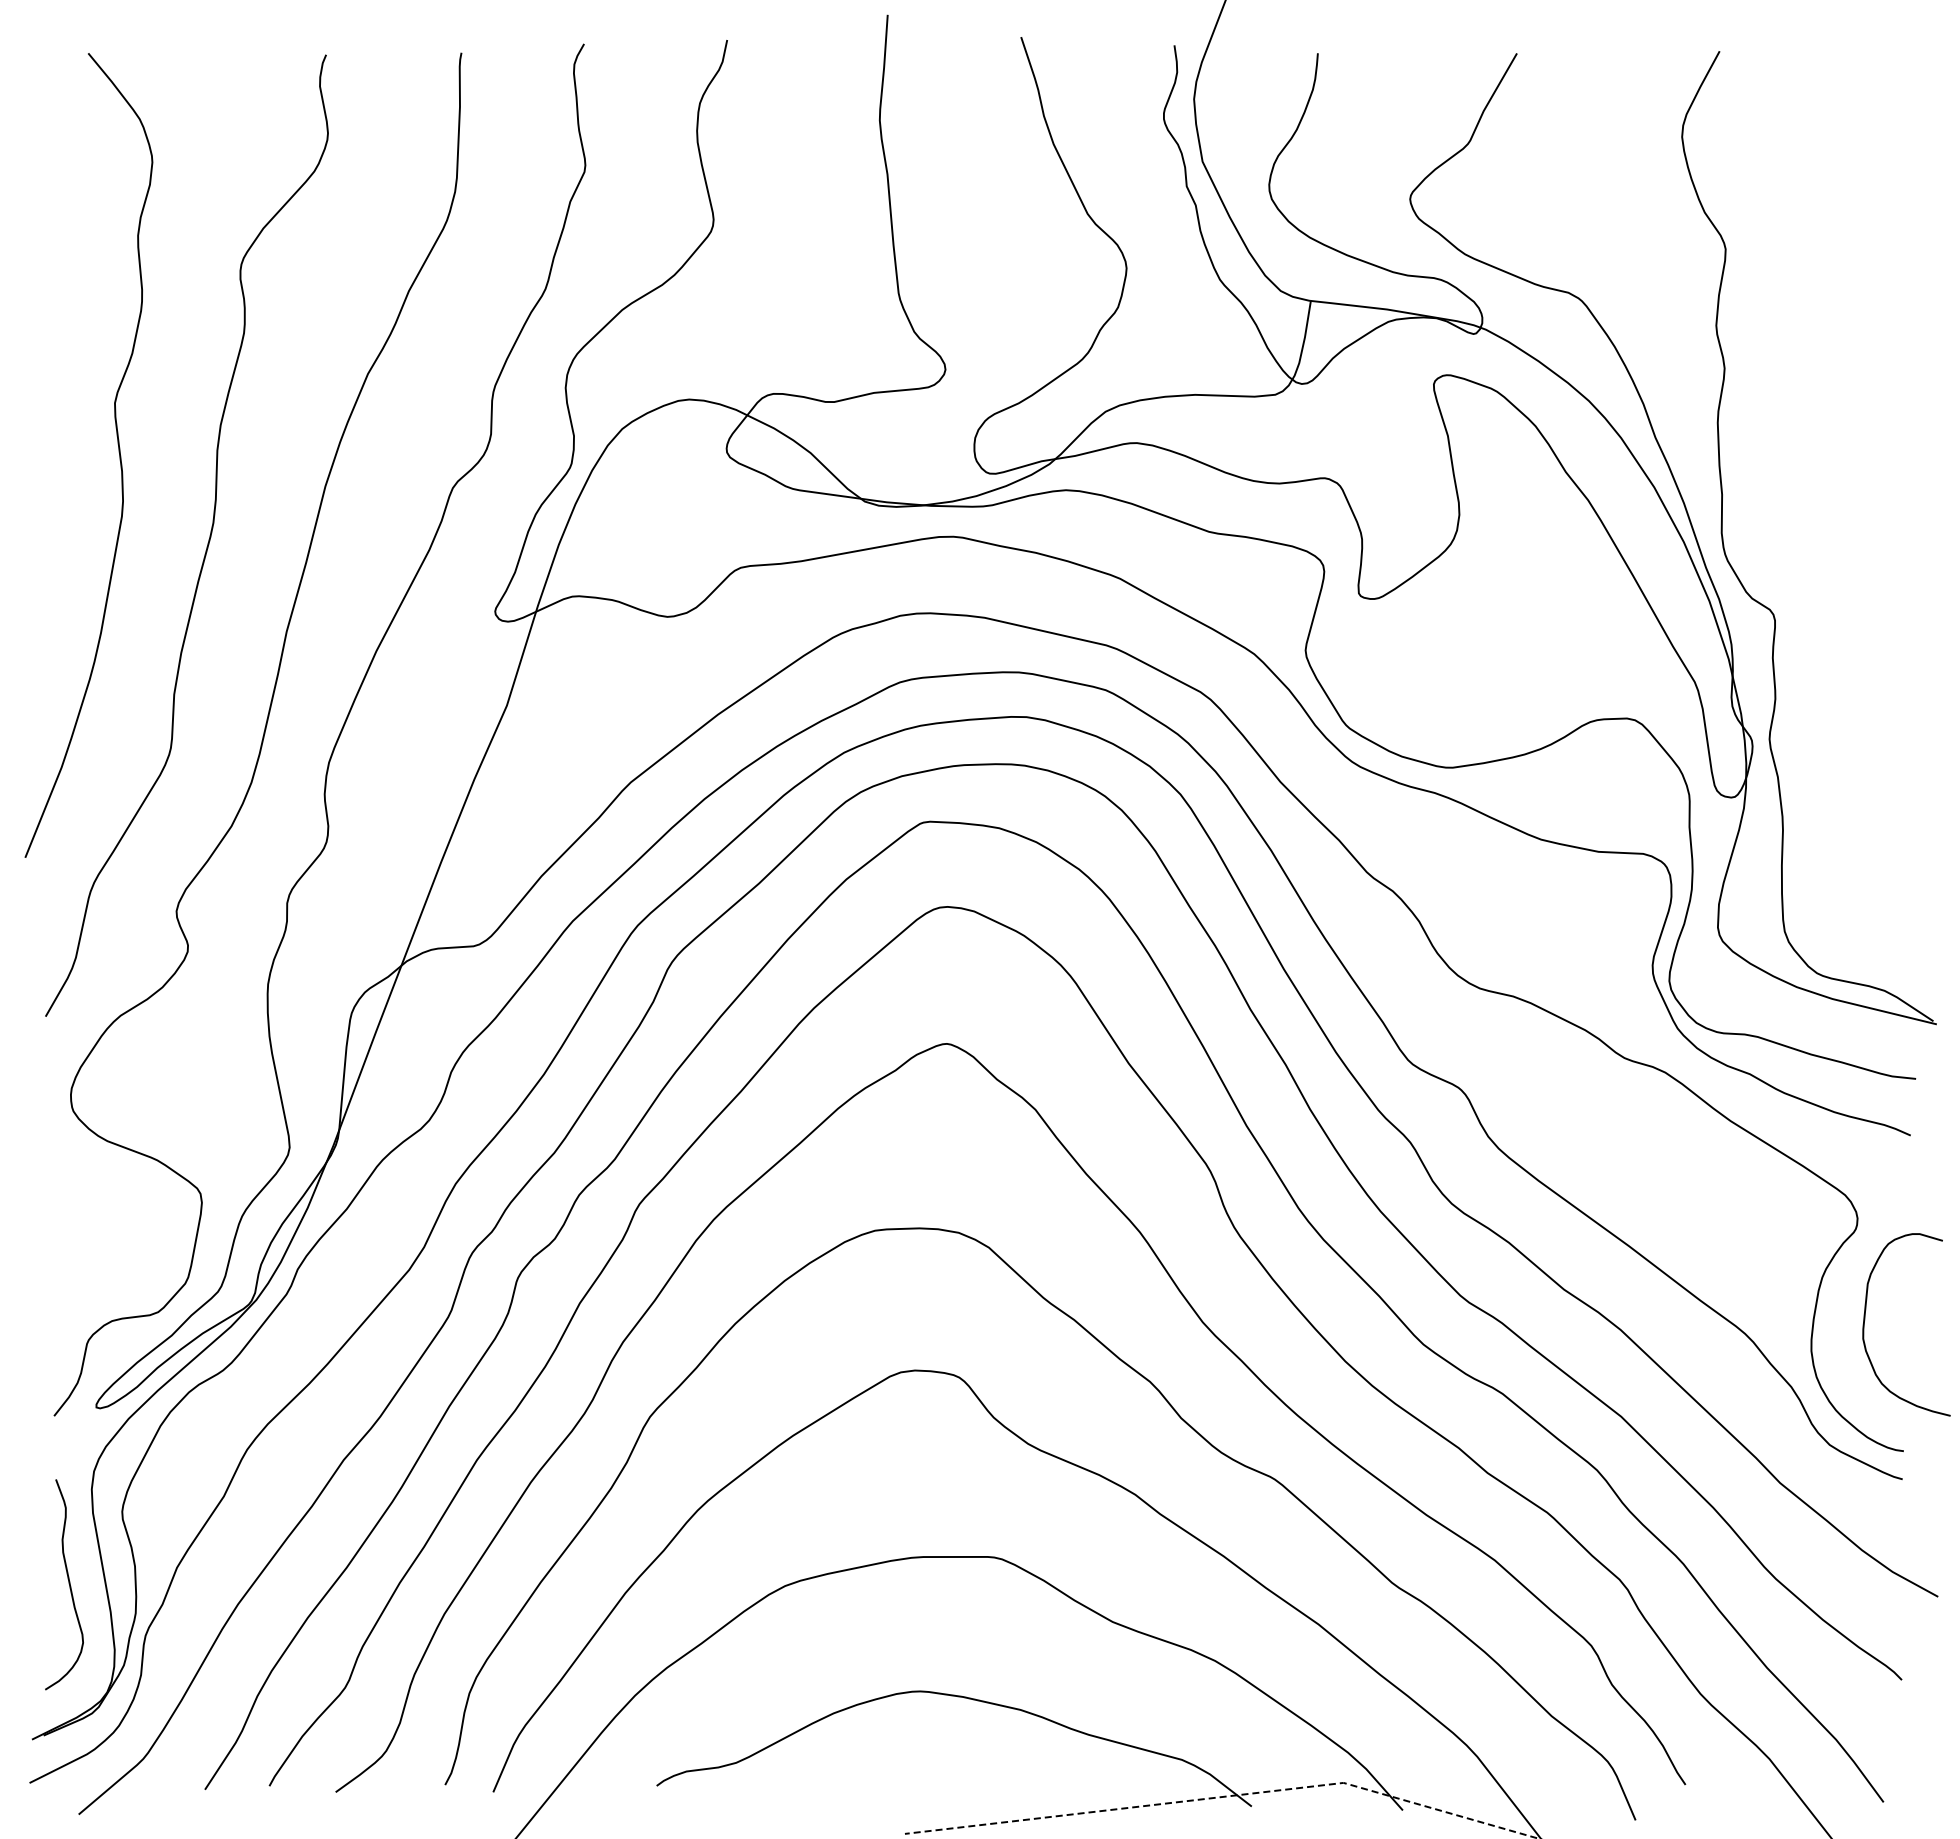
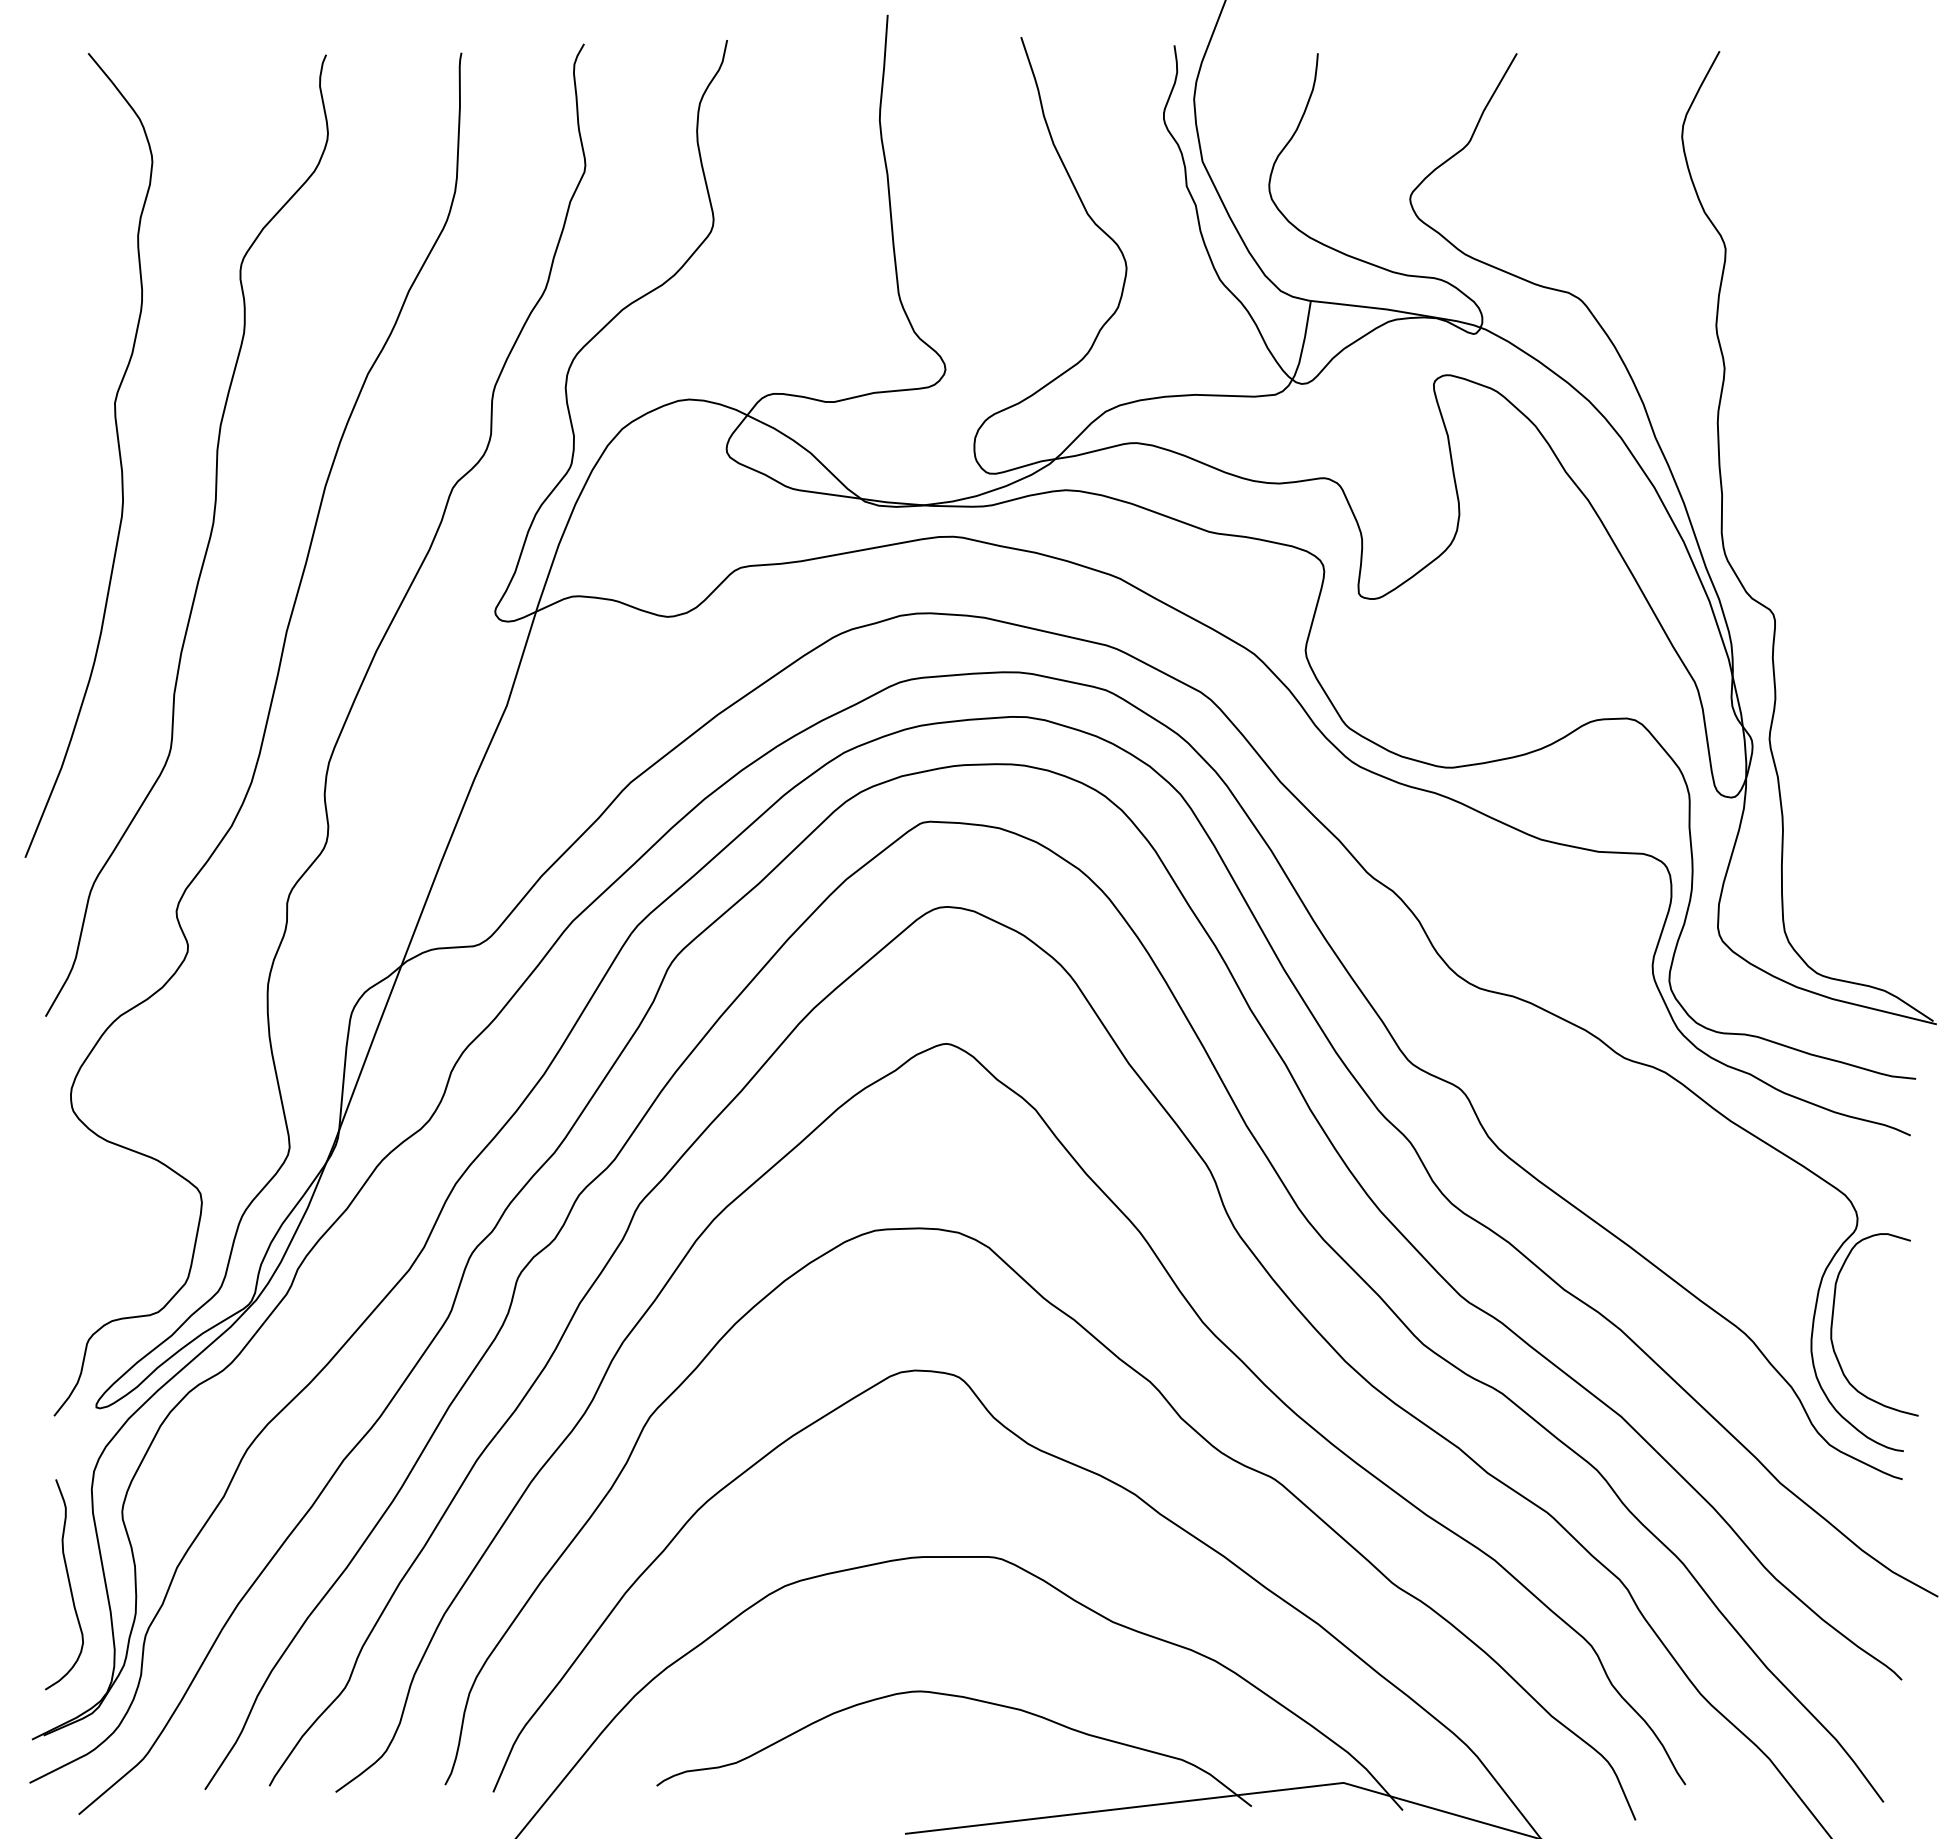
curve at (1865, 1320) position: (1865, 1320) -> (1833, 1320)
line at (1225, 1796): dashed -> solid
